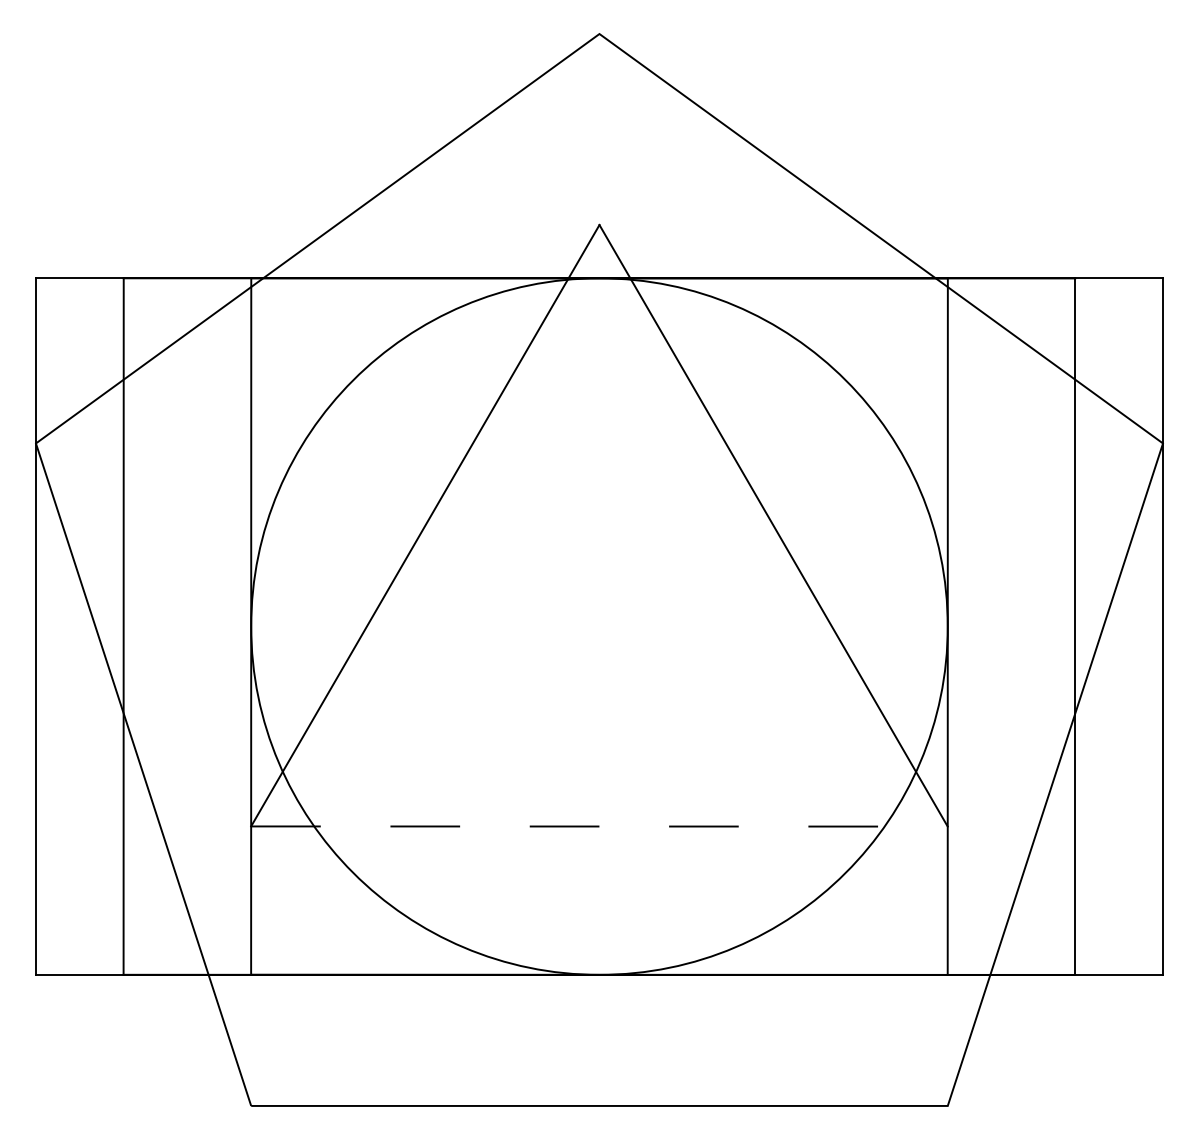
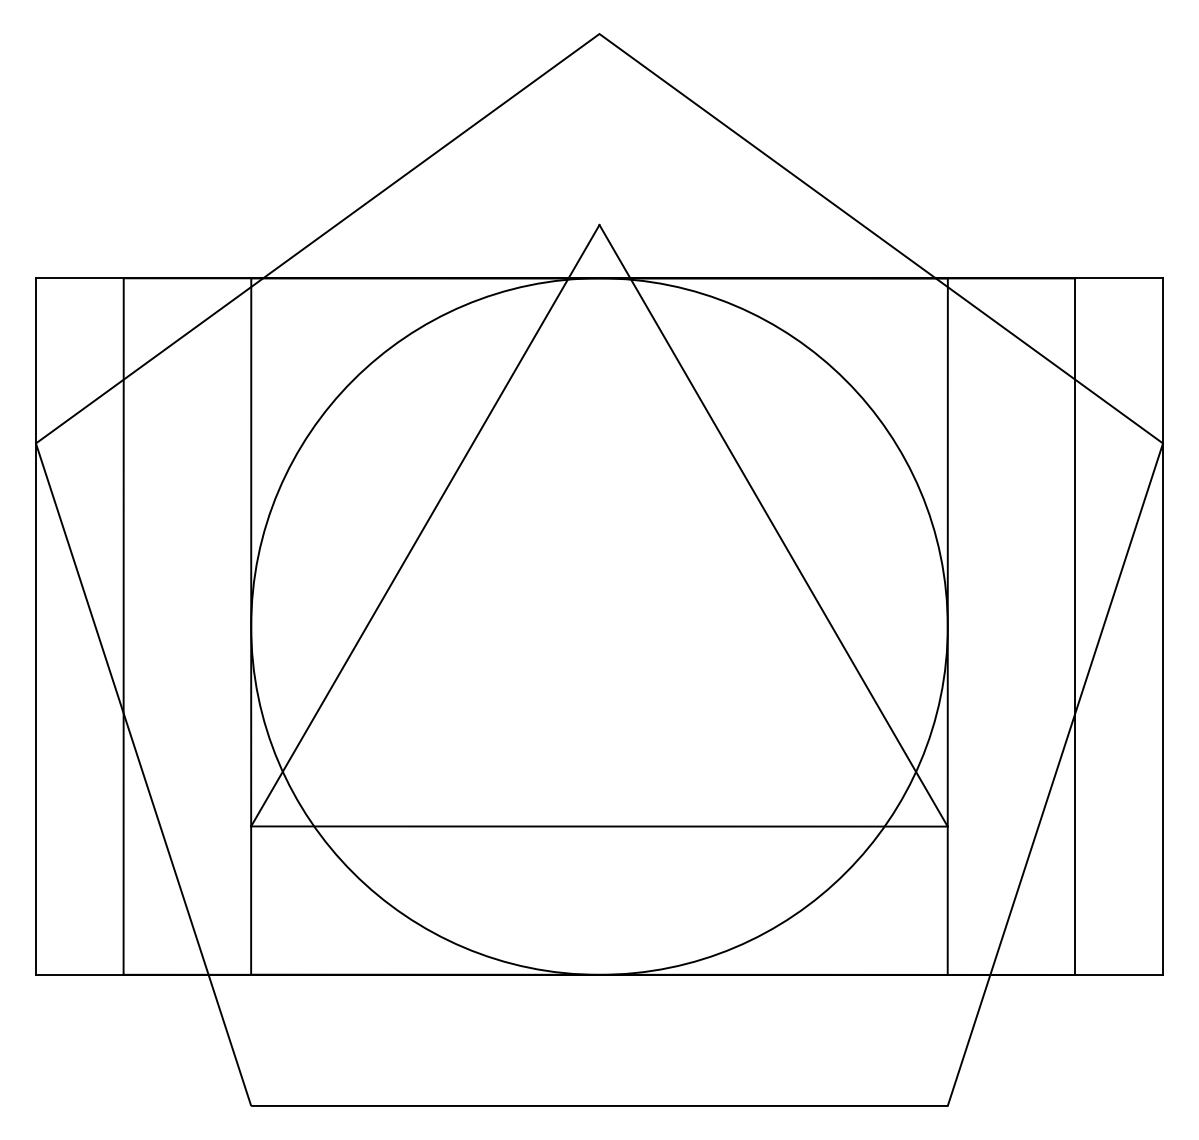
line at (599, 826): dashed -> solid
